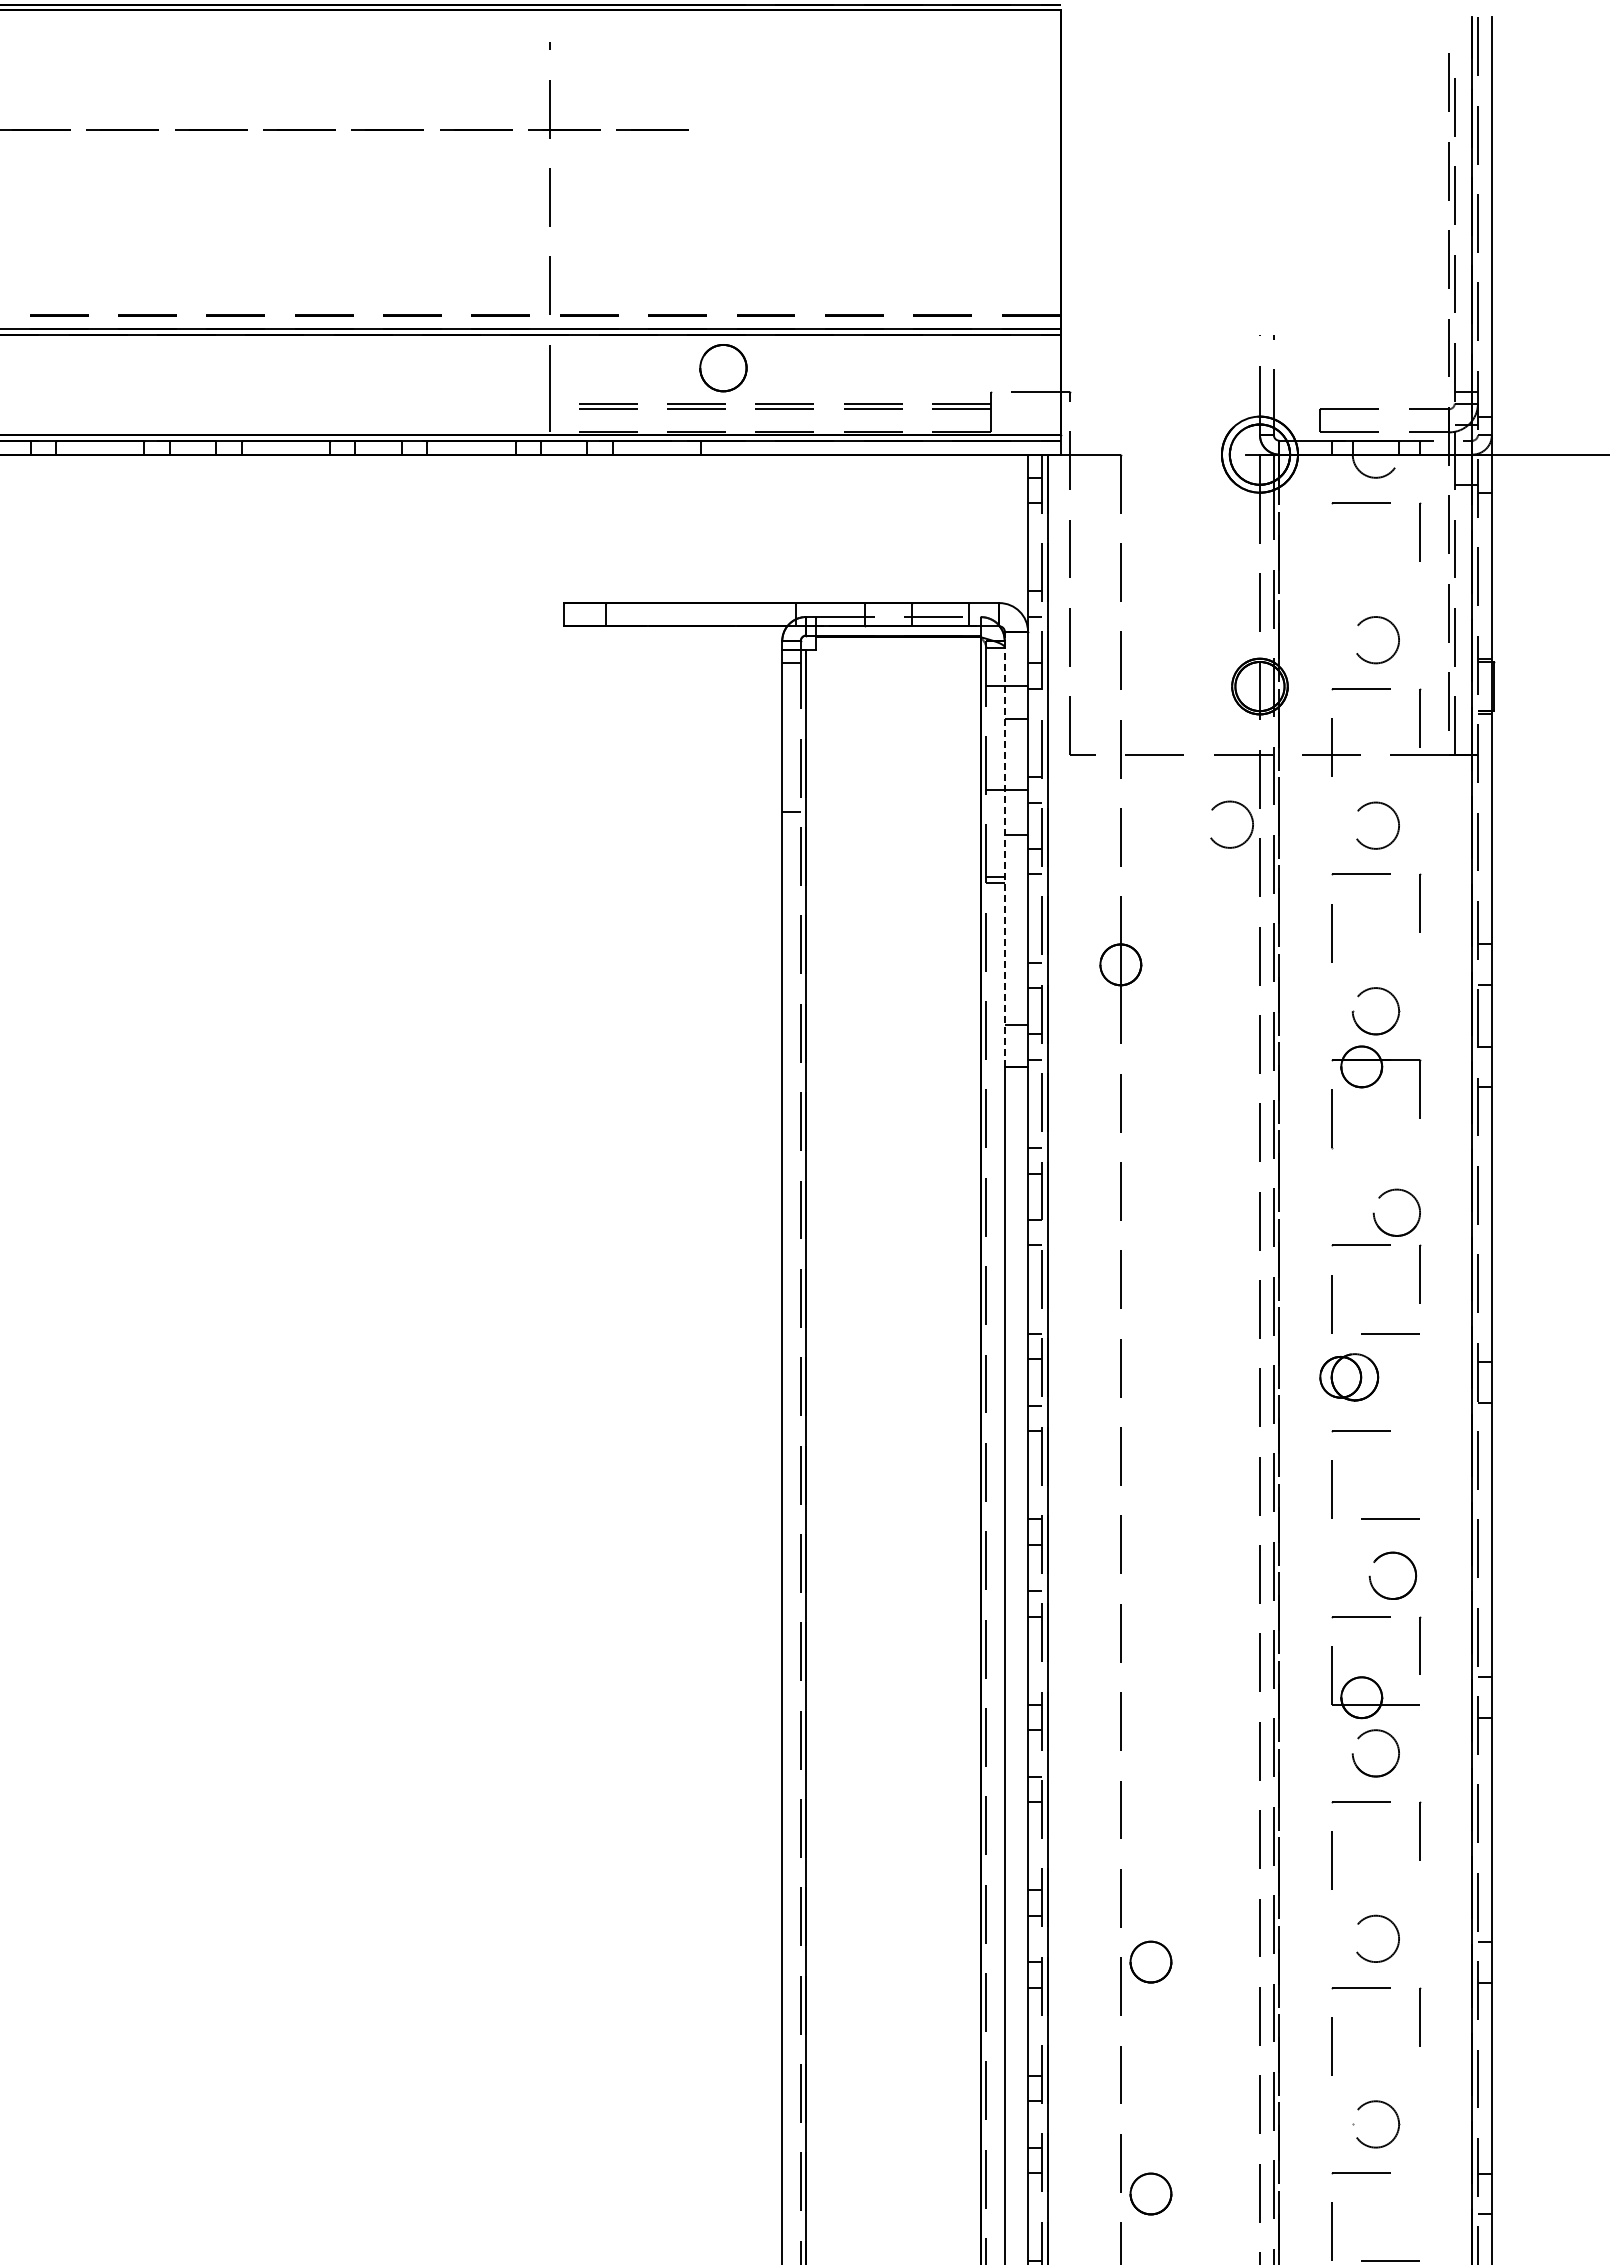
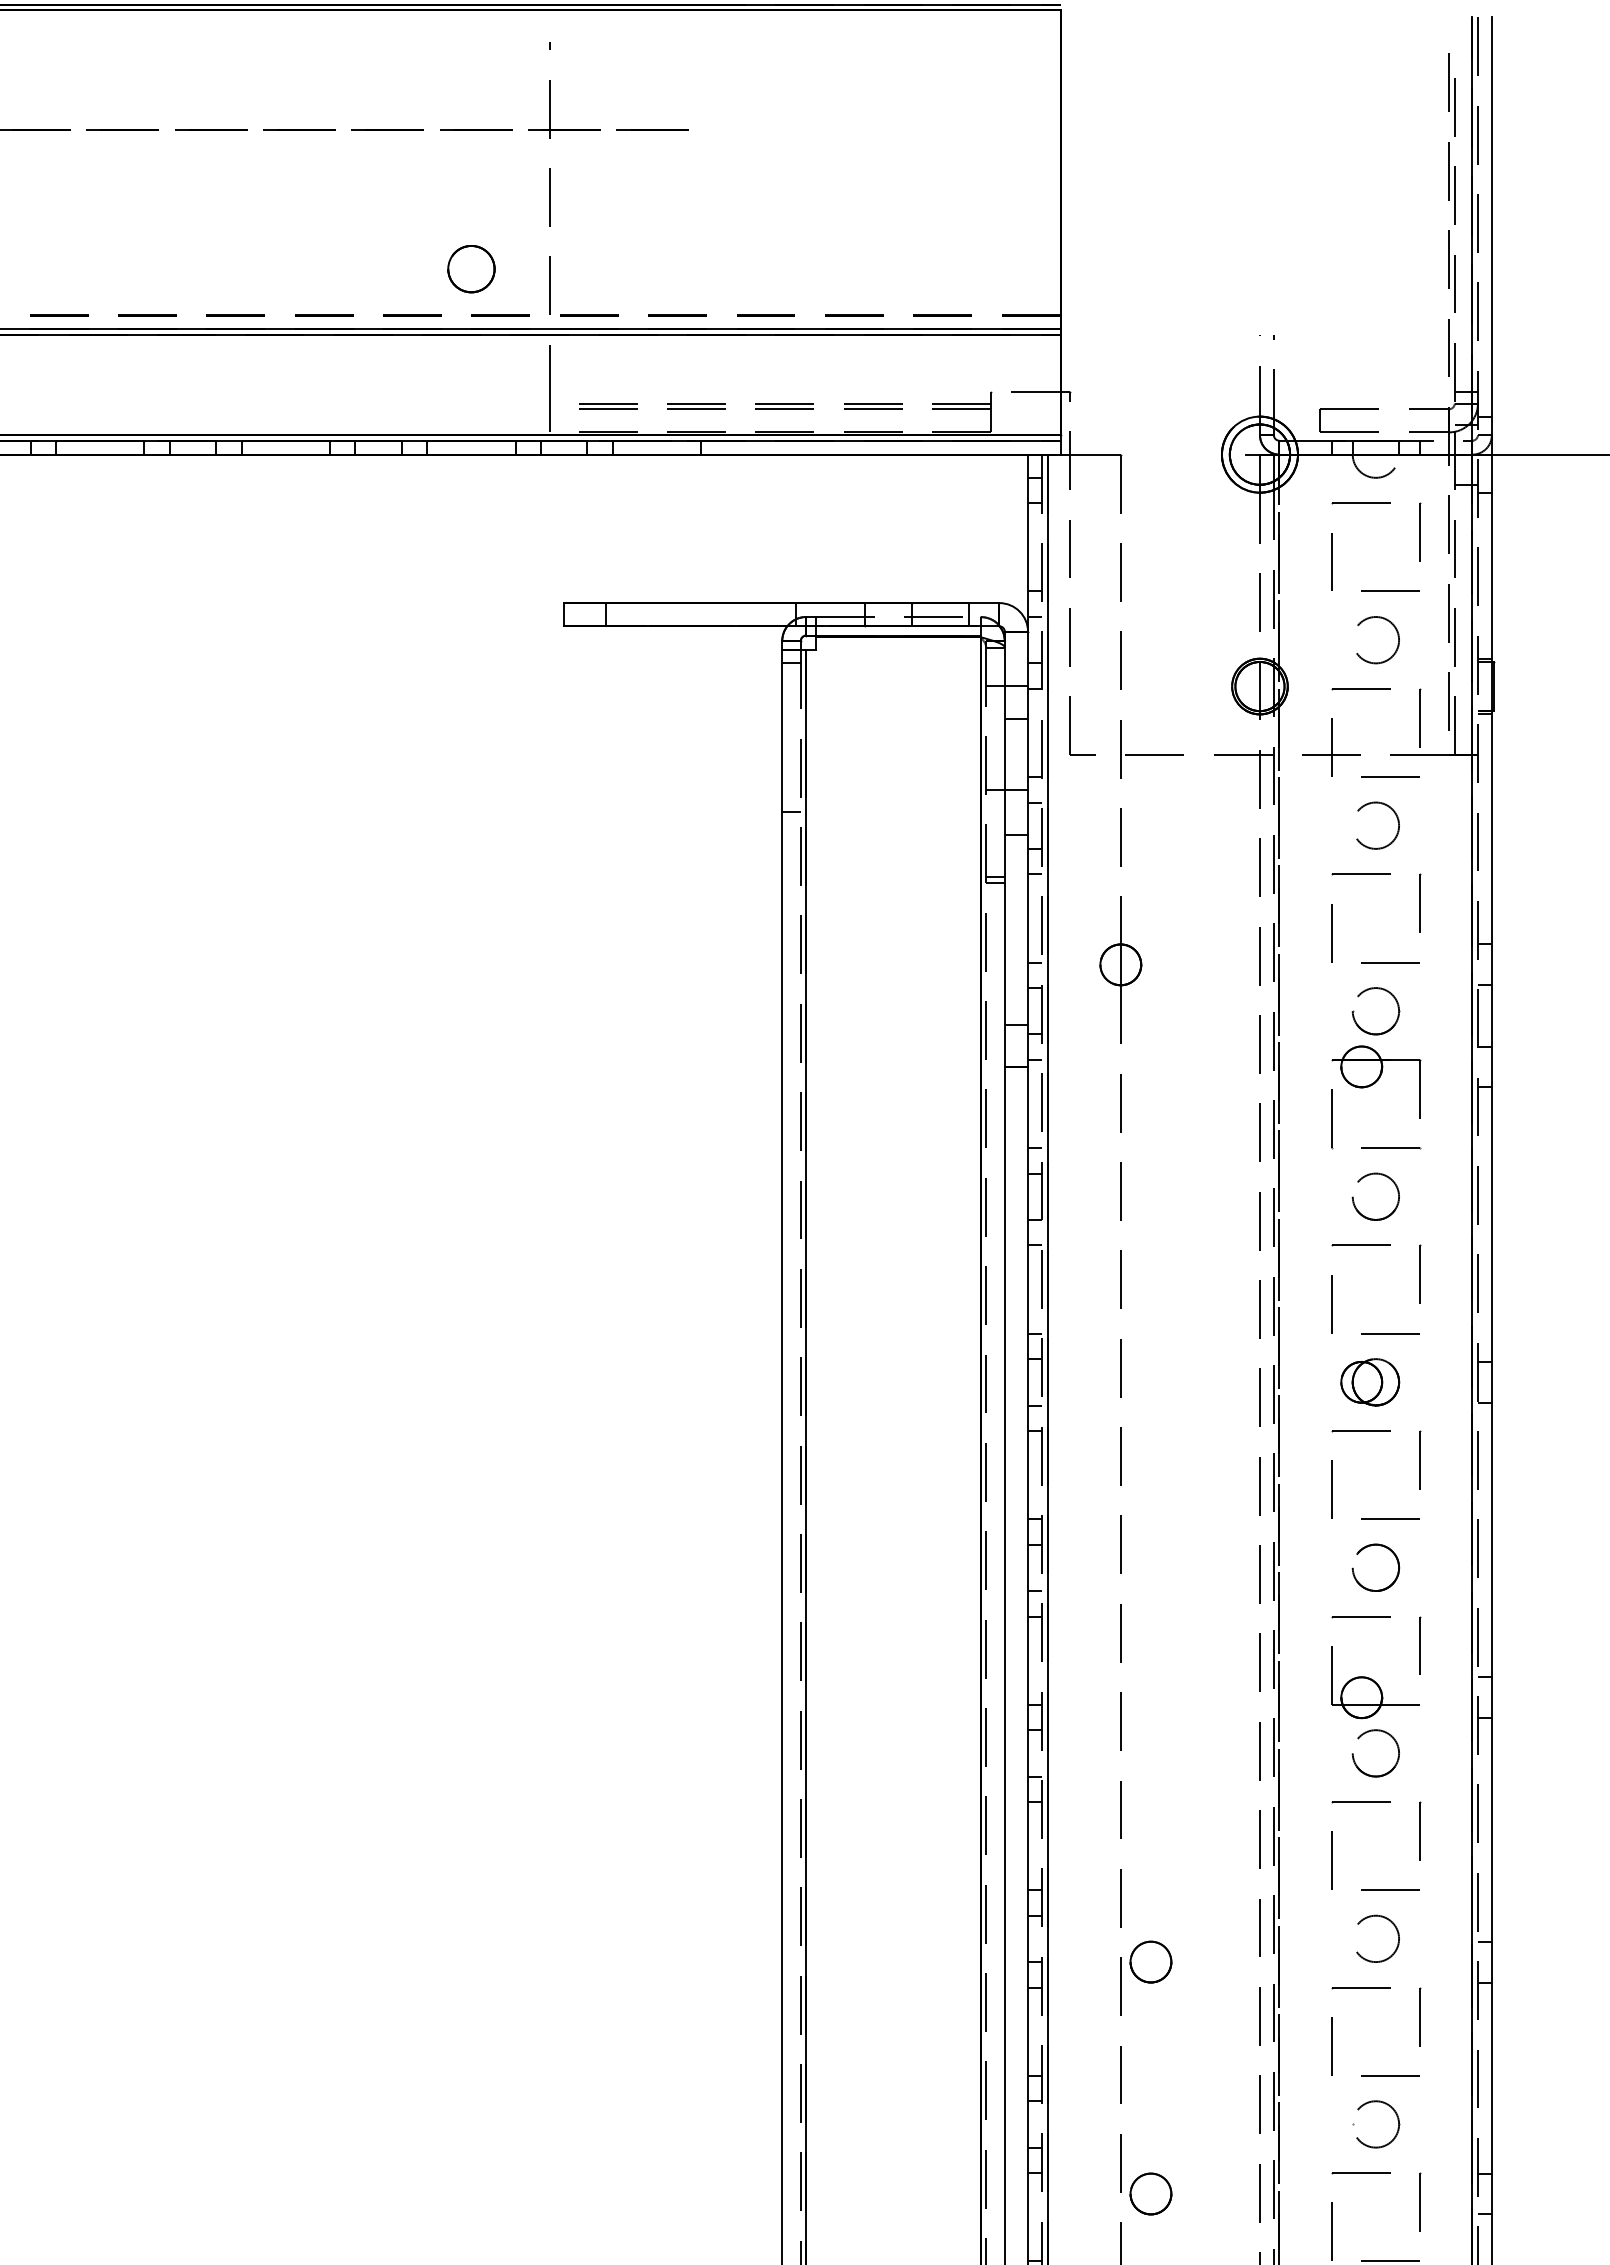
circle at (723, 368) position: (723, 368) -> (471, 269)
line at (1331, 561): none -> present
line at (1390, 590): none -> present
line at (1390, 776): none -> present
circle at (1231, 824): present -> none
line at (1004, 849): dashed -> solid
line at (1390, 962): none -> present
line at (1391, 1148): none -> present
part at (1383, 1195) position: (1383, 1195) -> (1362, 1179)
part at (1349, 1377) position: (1349, 1377) -> (1370, 1382)
line at (1420, 1459): none -> present
part at (1377, 1560) position: (1377, 1560) -> (1360, 1552)
line at (1390, 1889): none -> present
line at (1390, 2075): none -> present
line at (1420, 2201): none -> present
